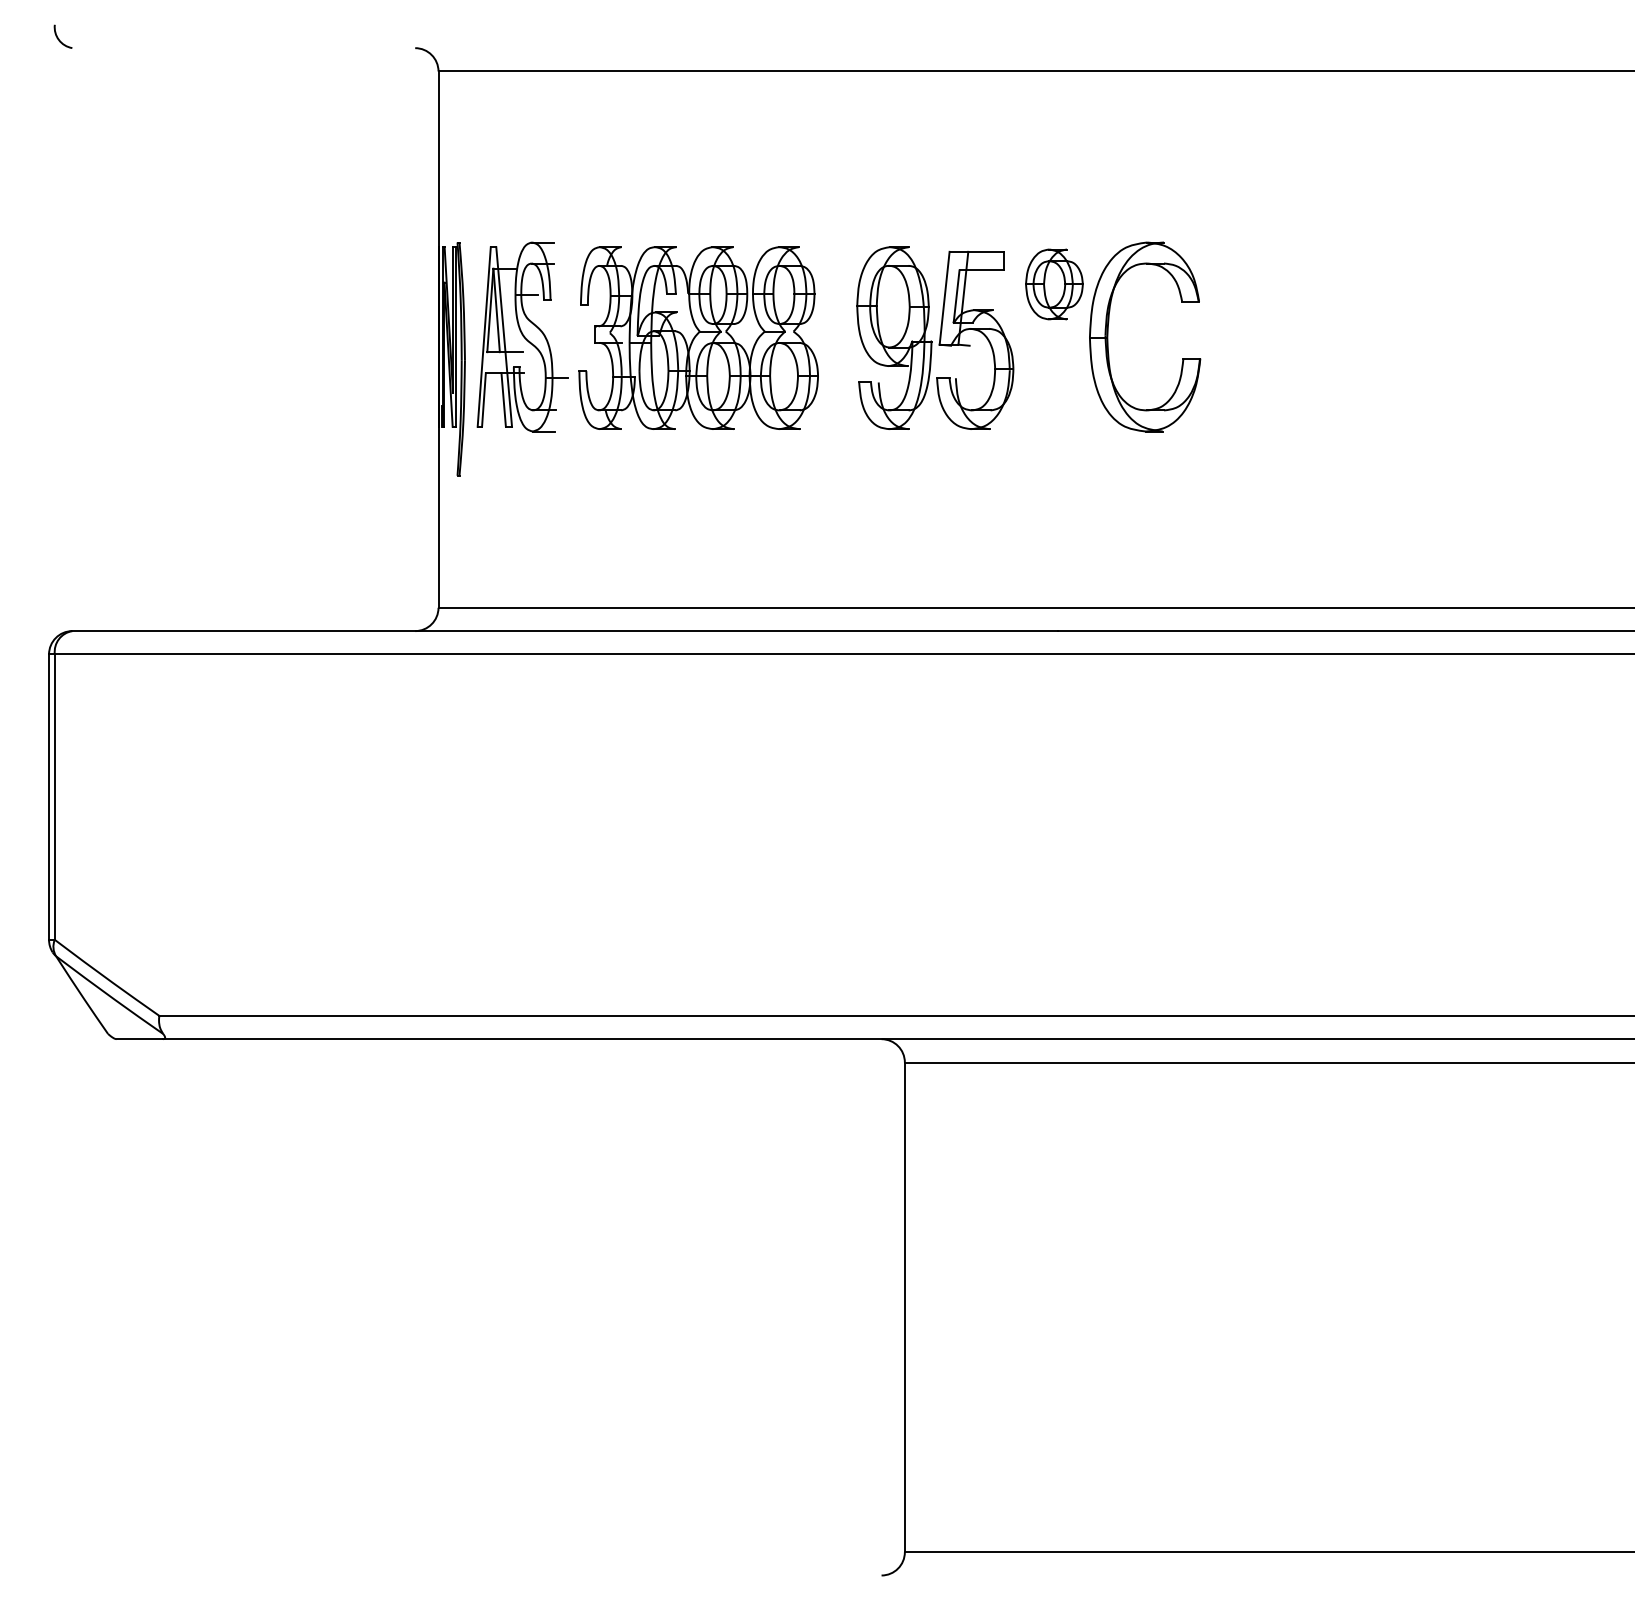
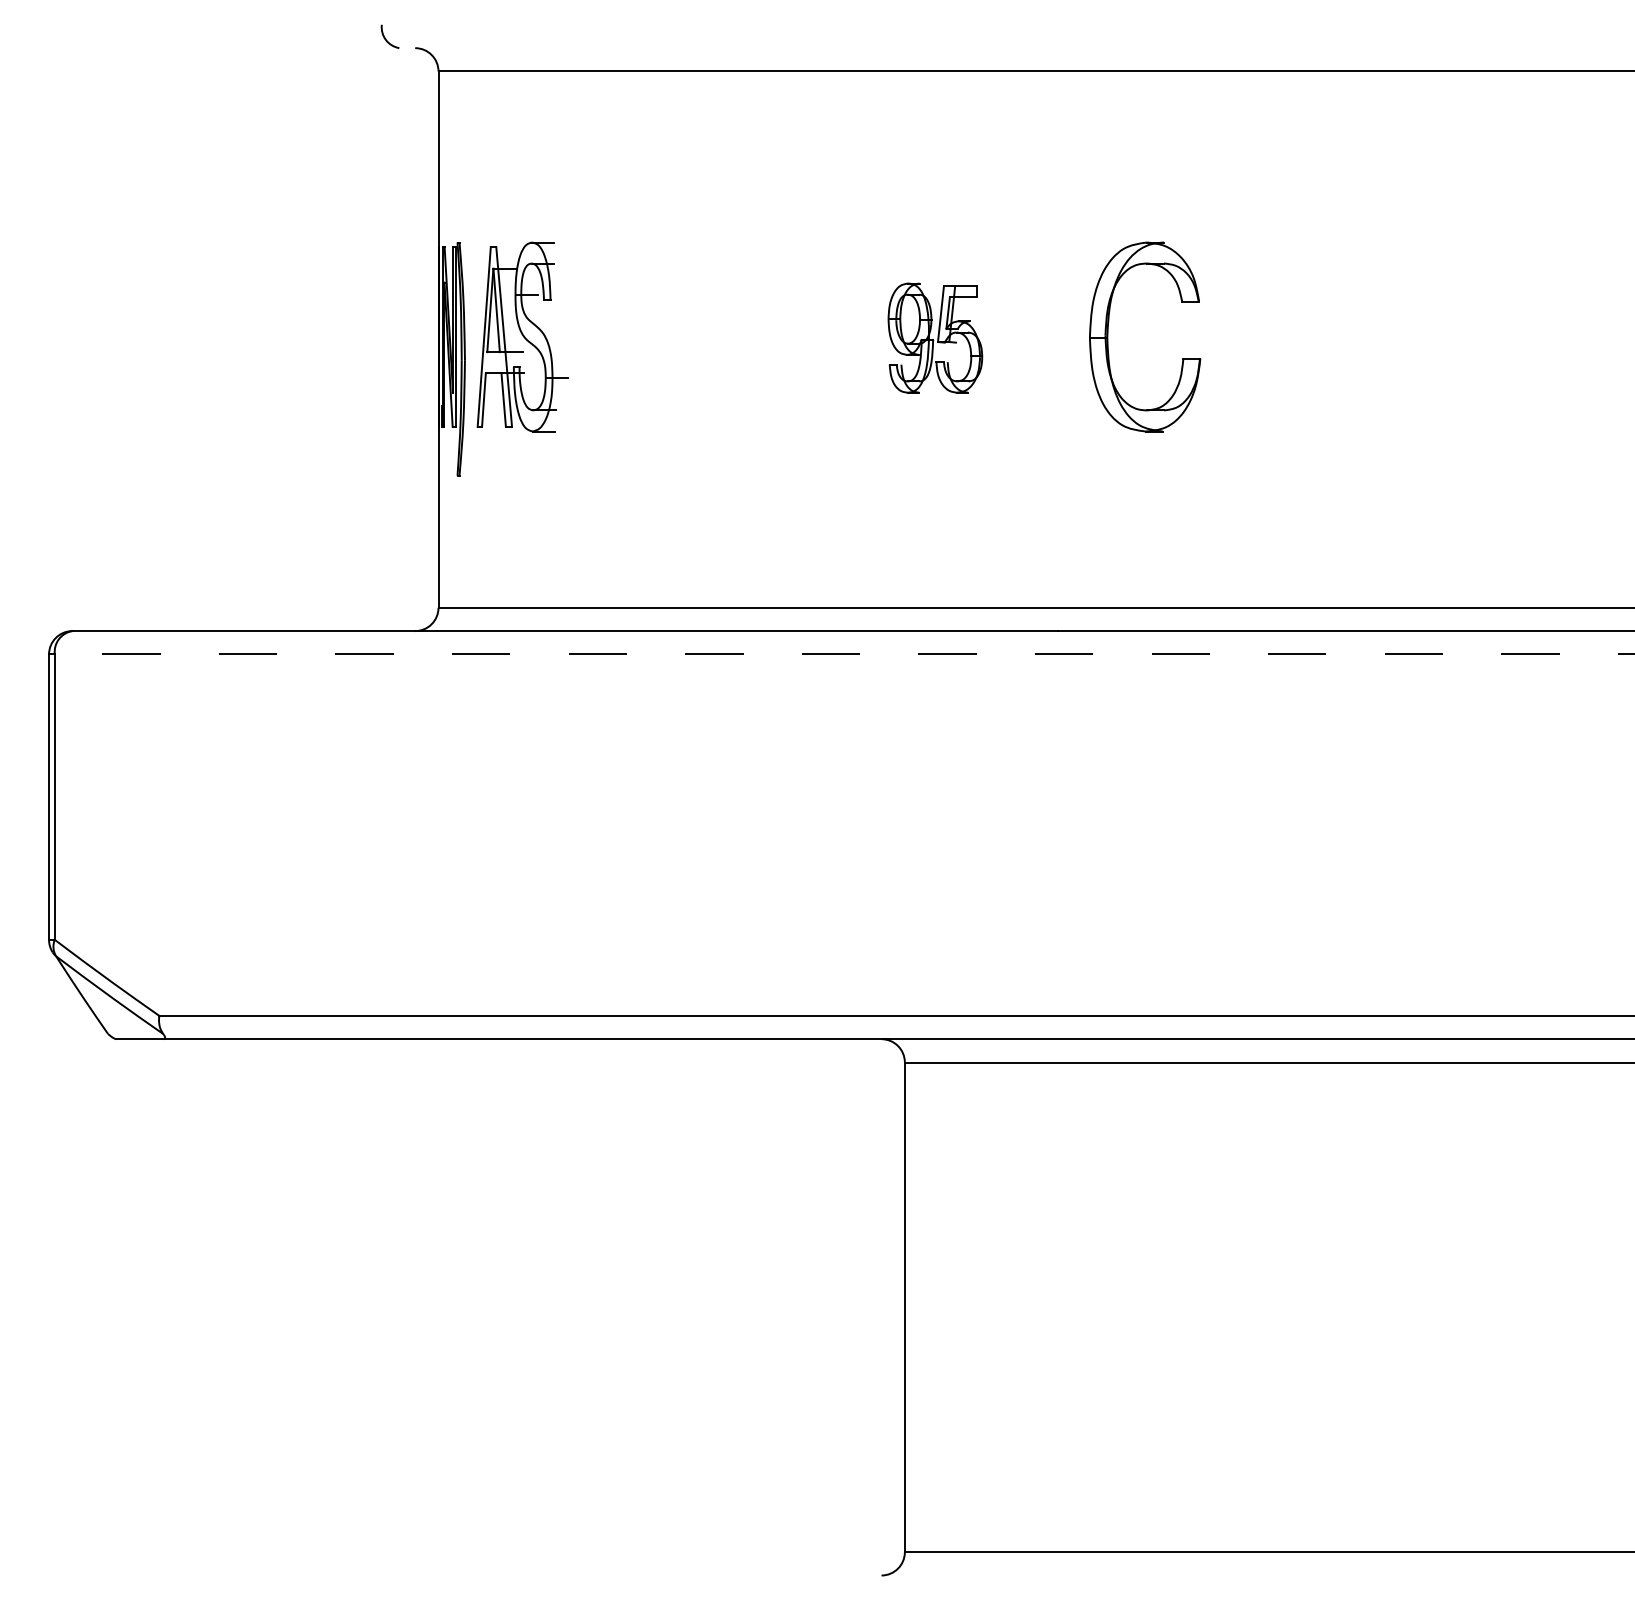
arc at (59, 38) position: (59, 38) -> (386, 38)
part at (1054, 284): present -> none
part at (698, 337): present -> none
part at (935, 337) size: 159x184 px -> 97x112 px
line at (844, 654): solid -> dashed
